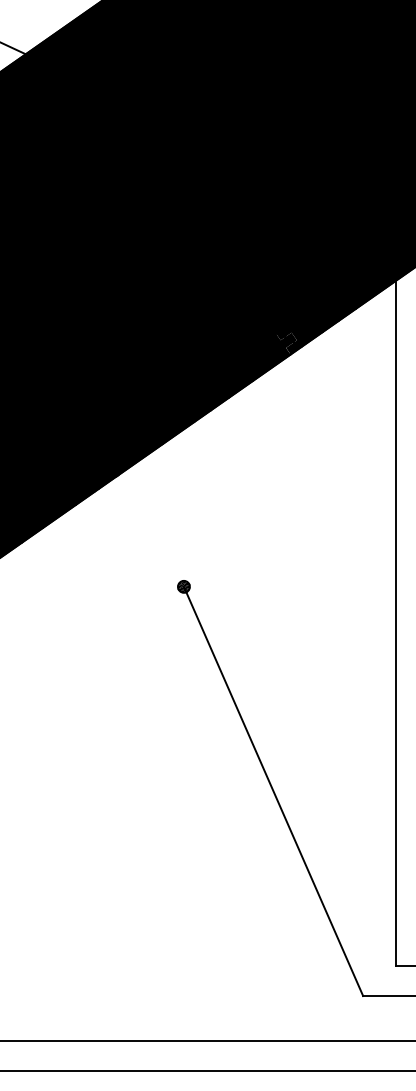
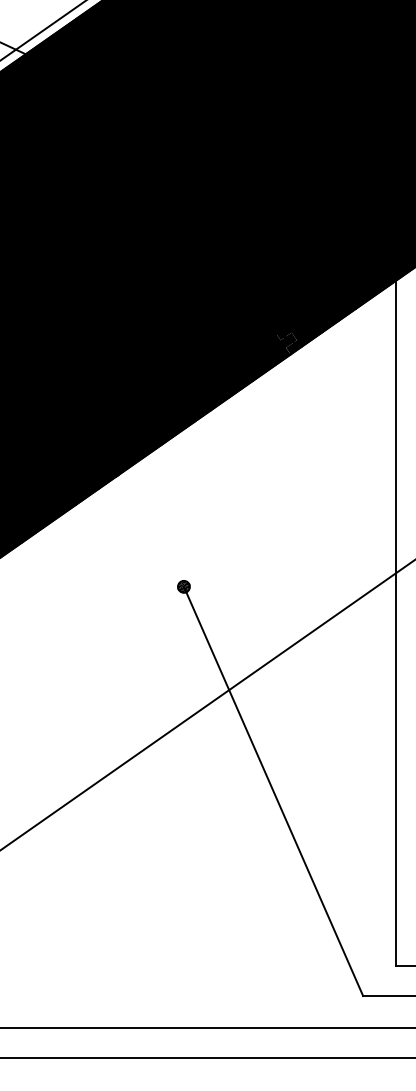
line at (42, 30): none -> present
line at (207, 704): none -> present
line at (207, 1041) position: (207, 1041) -> (207, 1028)
line at (207, 1071) position: (207, 1071) -> (207, 1058)
